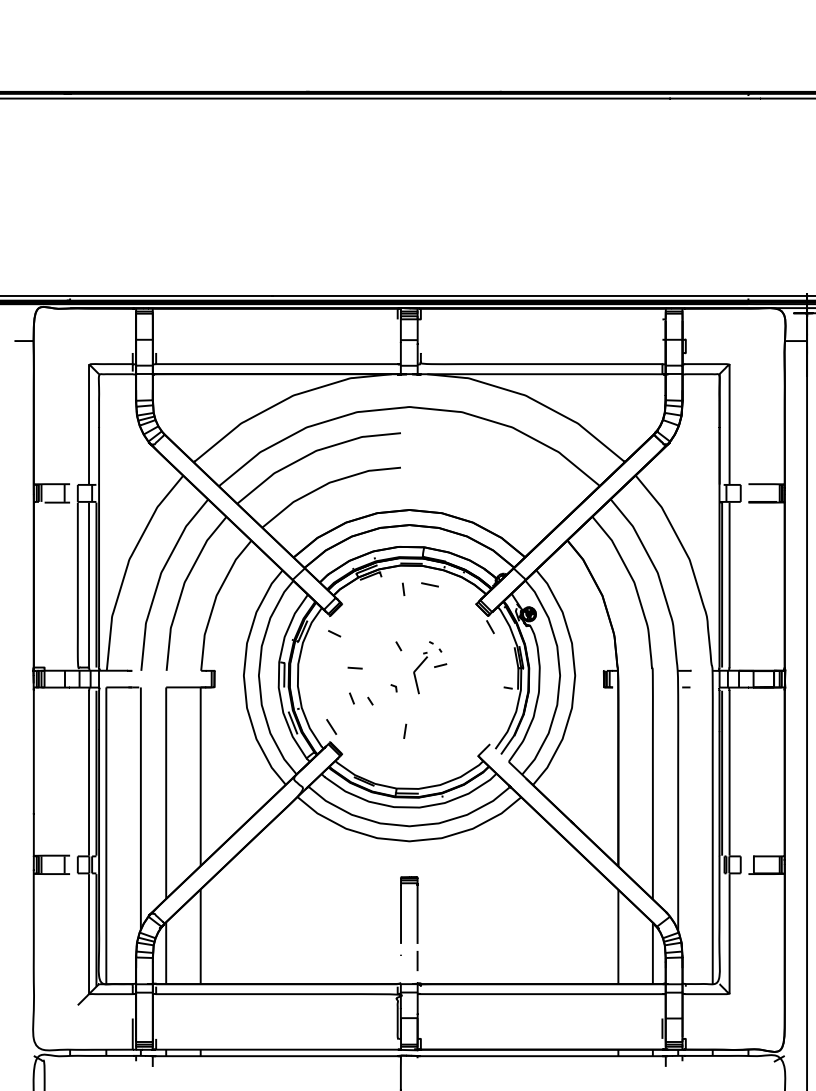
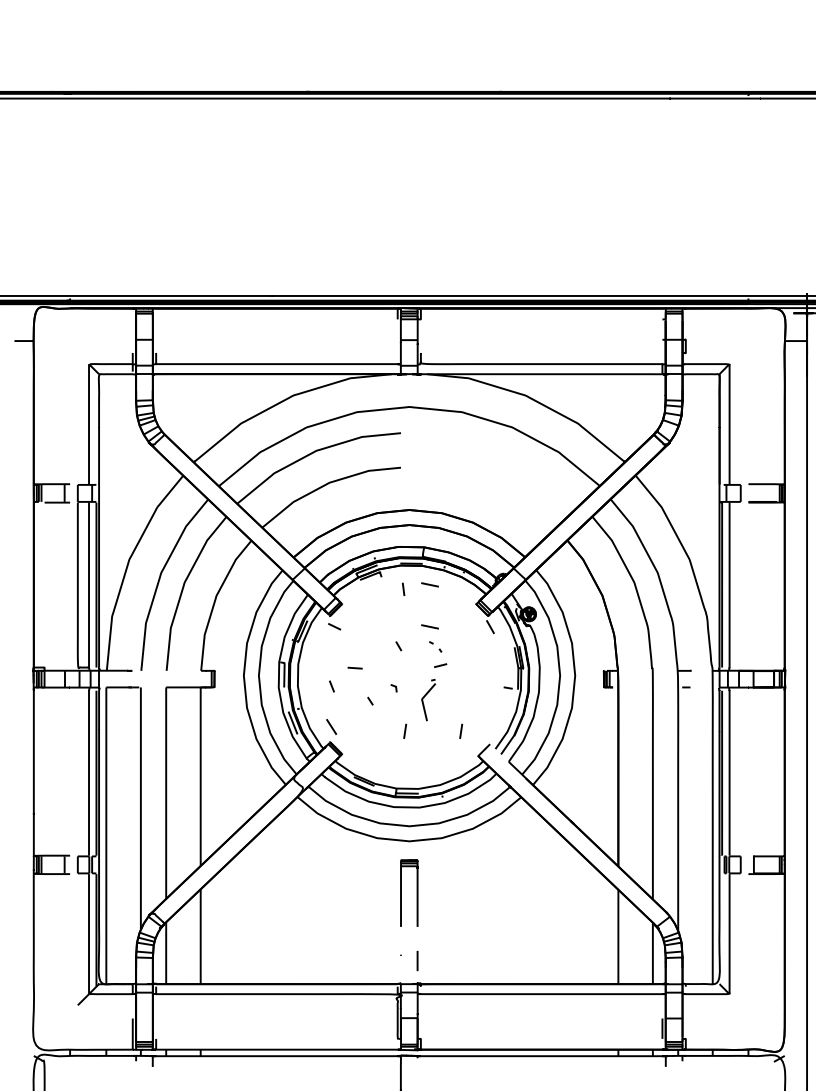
line at (429, 626): none -> present
line at (334, 633) position: (334, 633) -> (334, 626)
part at (420, 673) position: (420, 673) -> (428, 700)
line at (351, 698) position: (351, 698) -> (331, 686)
line at (461, 730): none -> present
part at (416, 909) position: (416, 909) -> (416, 892)
